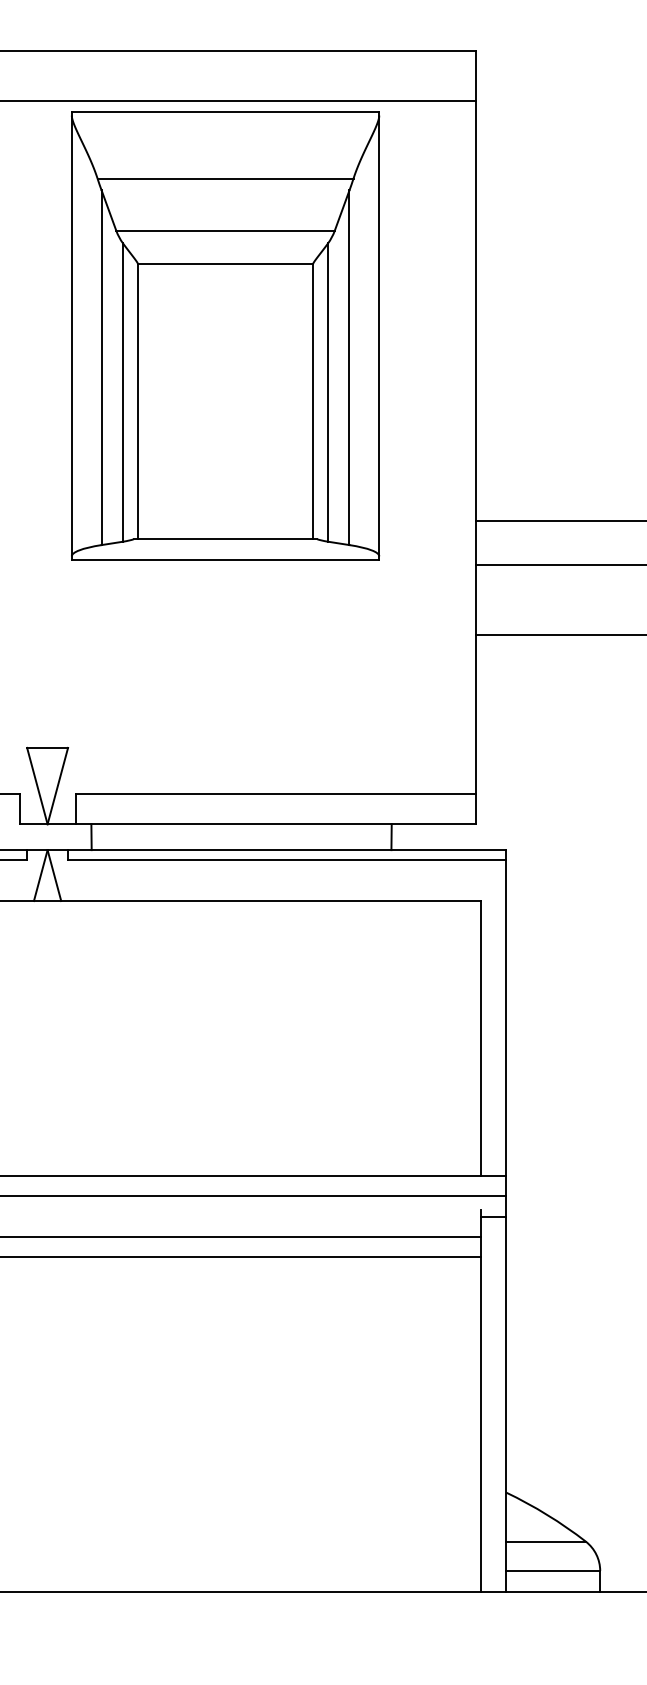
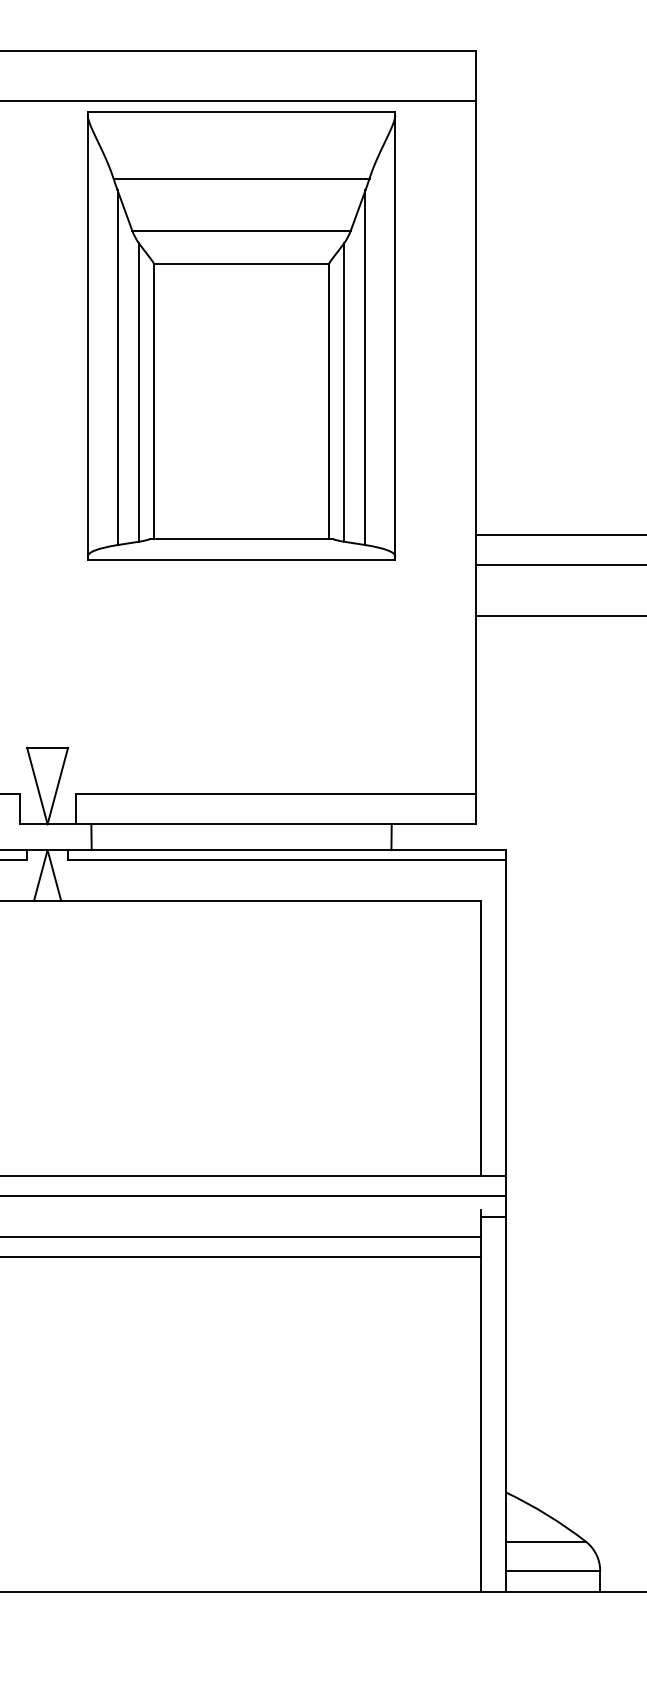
part at (225, 335) position: (225, 335) -> (241, 335)
line at (559, 520) position: (559, 520) -> (559, 534)
line at (559, 634) position: (559, 634) -> (559, 615)
